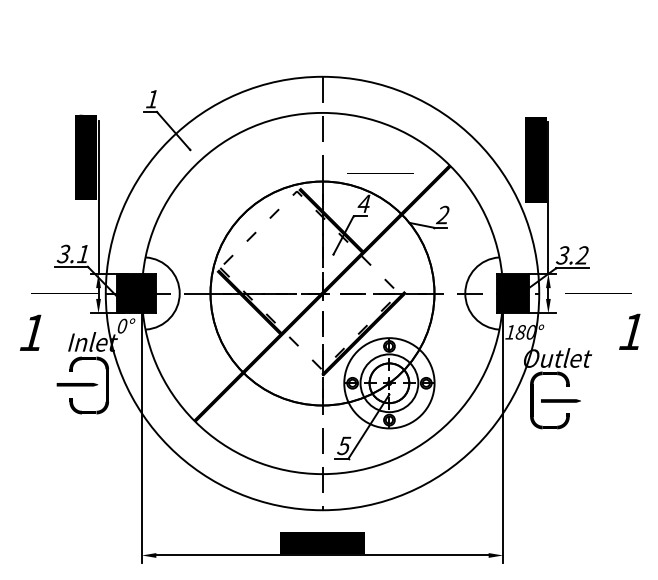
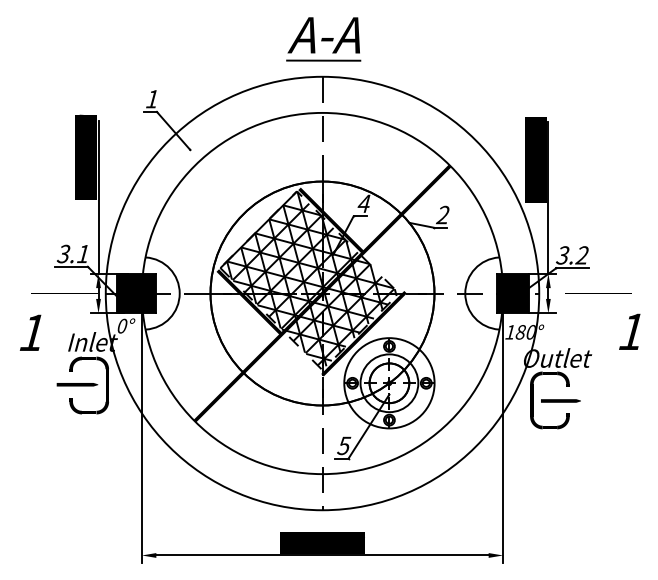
part at (323, 39): none -> present
line at (380, 173): present -> none
hatch at (308, 278): none -> present
